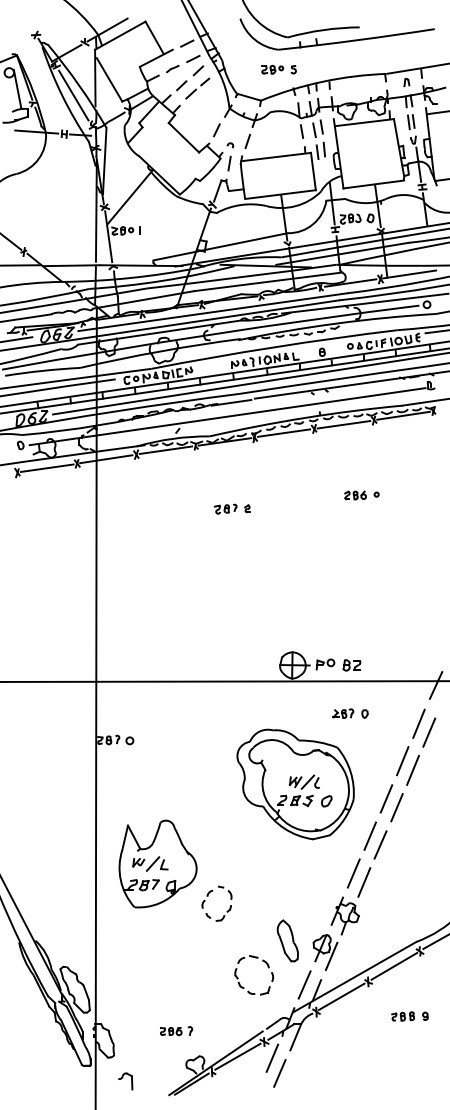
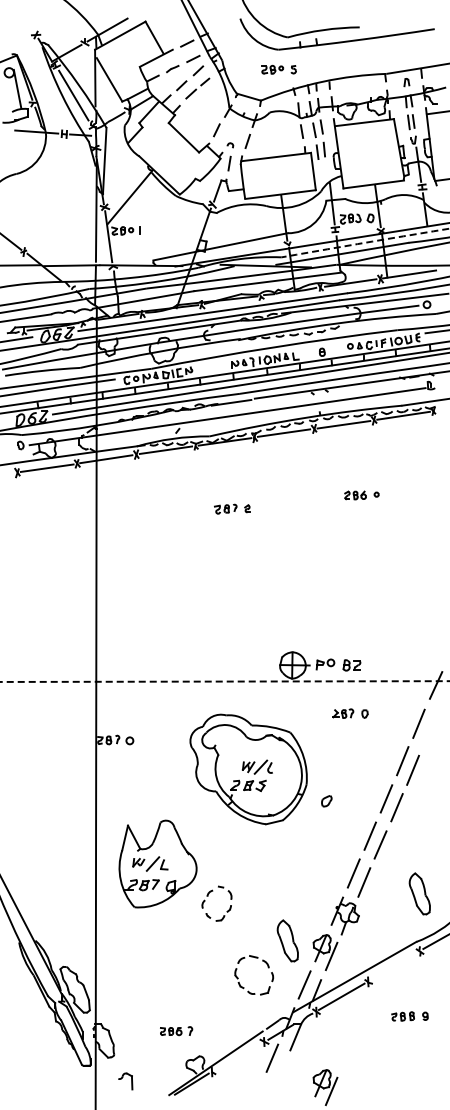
arc at (365, 242): solid -> dashed
line at (225, 681): solid -> dashed
line at (429, 732): present -> none
part at (295, 784) position: (295, 784) -> (248, 769)
part at (419, 893): none -> present
line at (394, 965): present -> none
line at (237, 1056): present -> none
line at (279, 1073): present -> none
part at (325, 1087): none -> present
